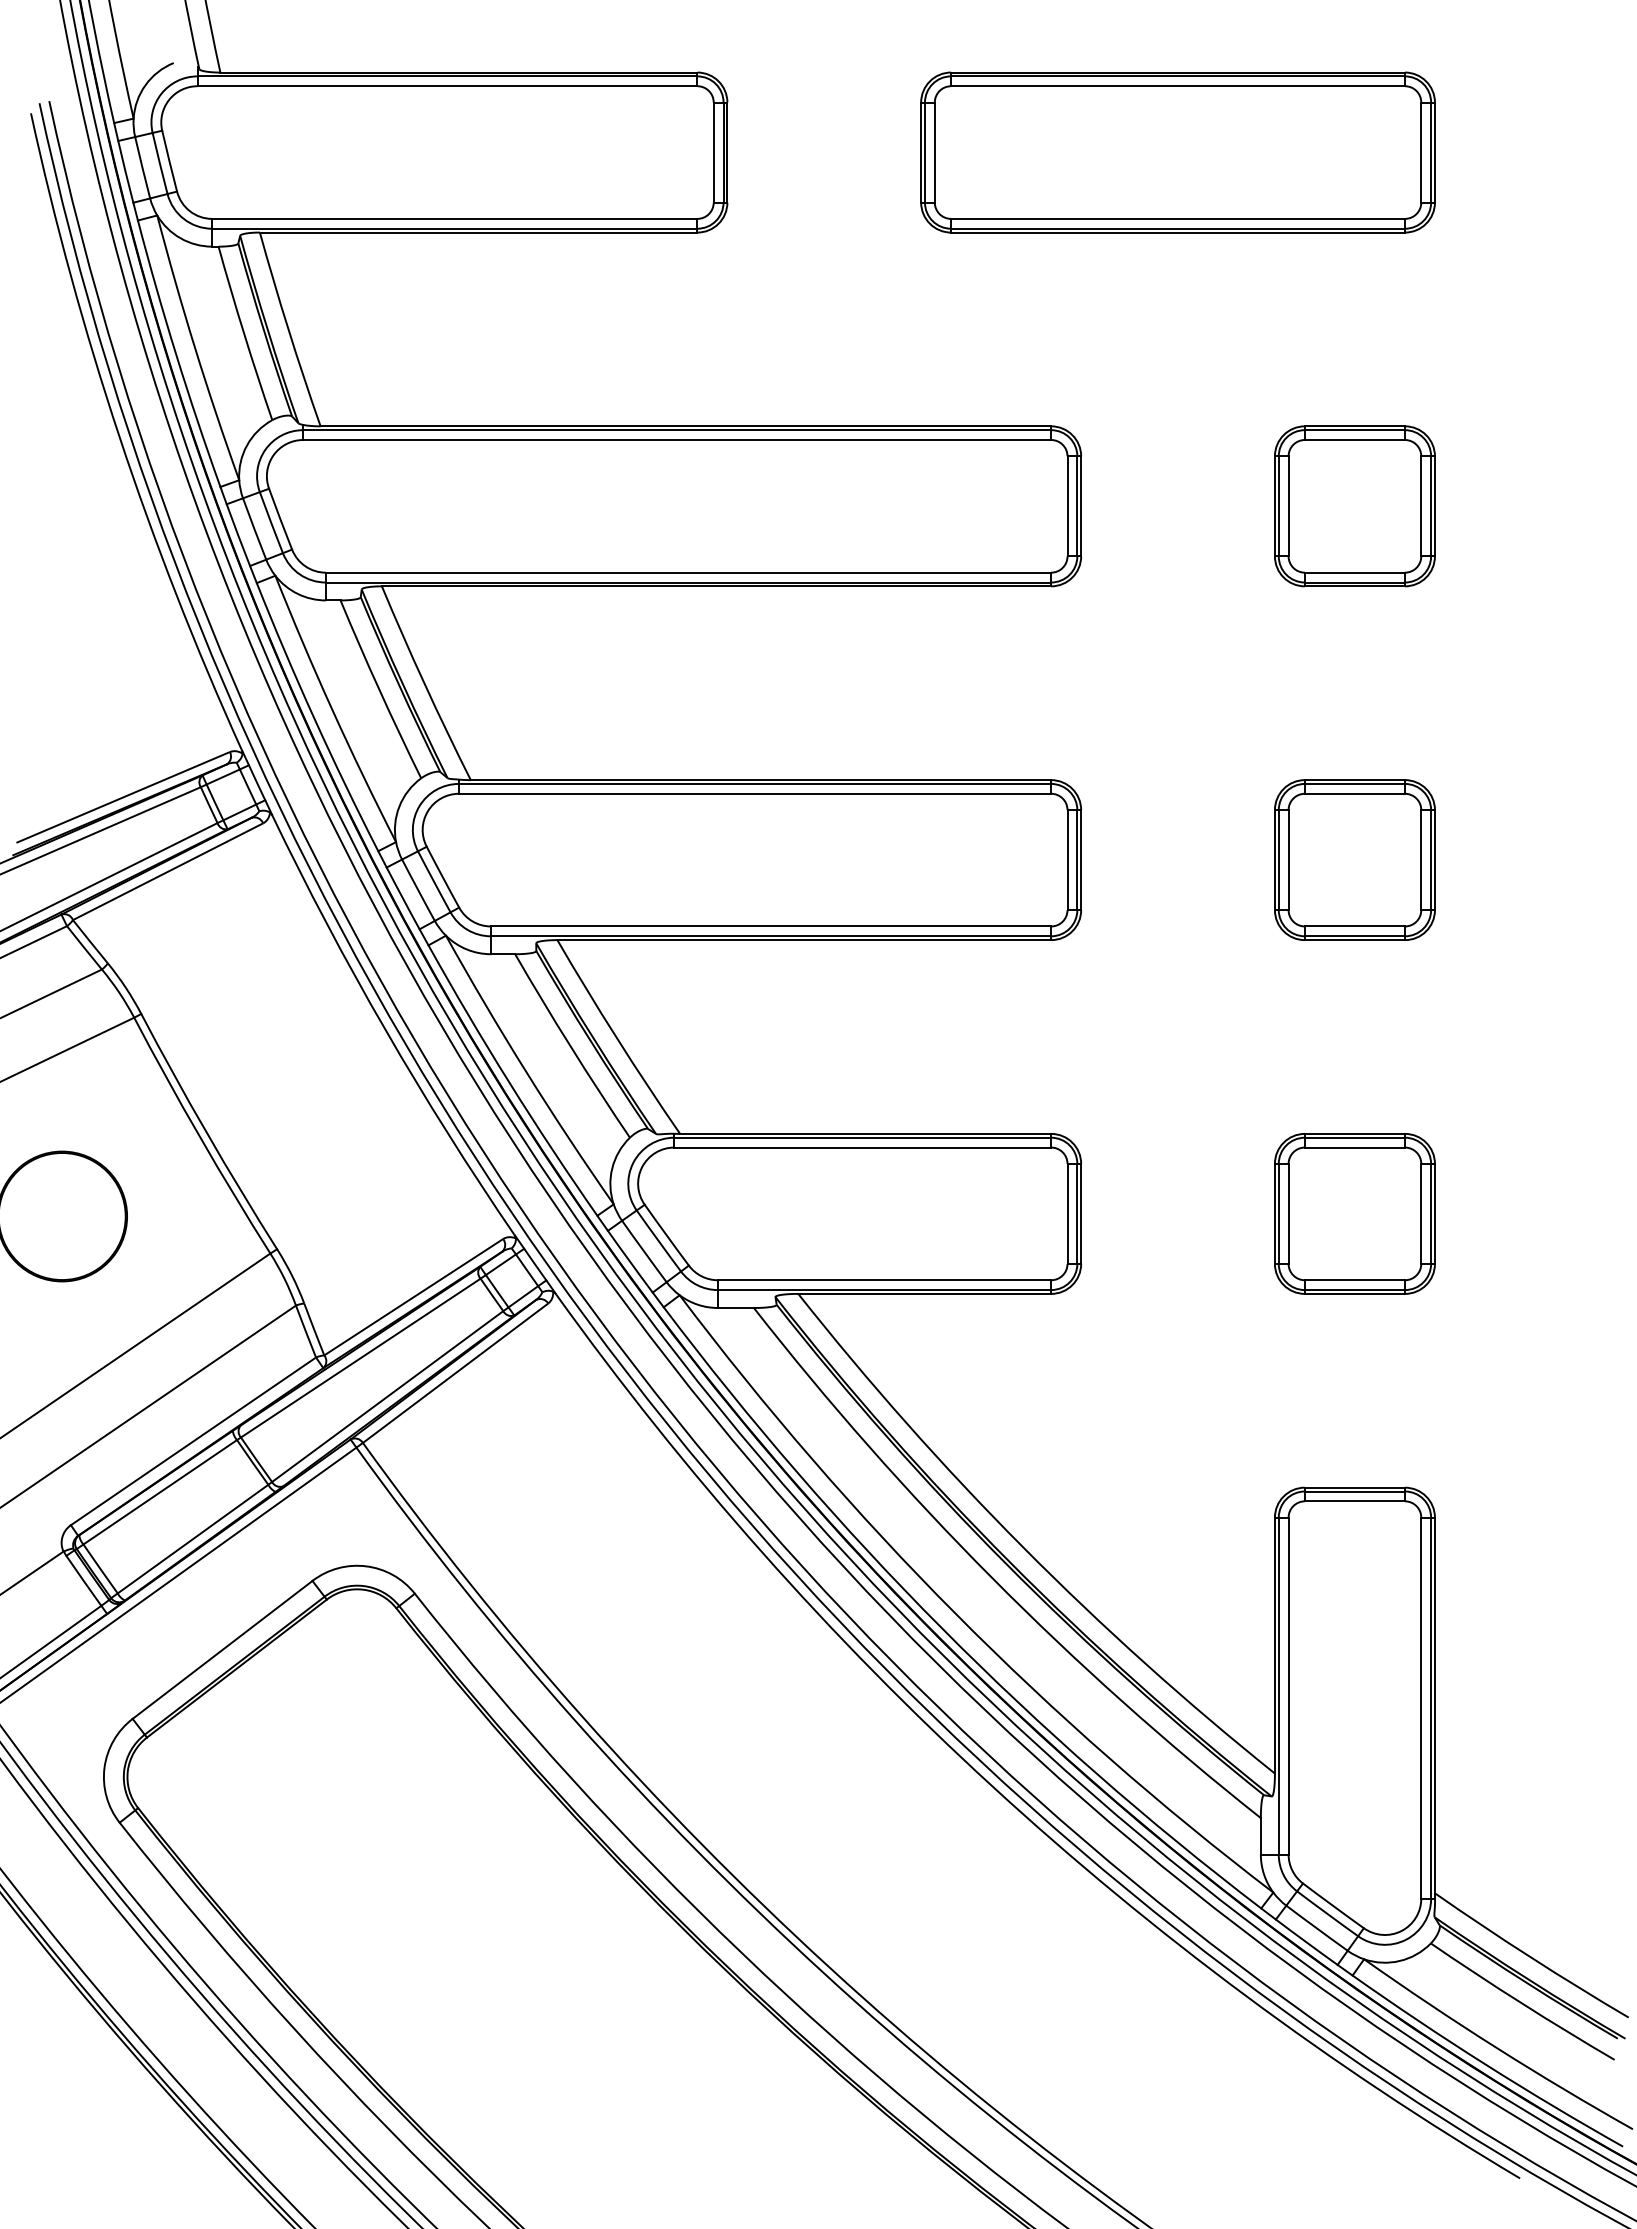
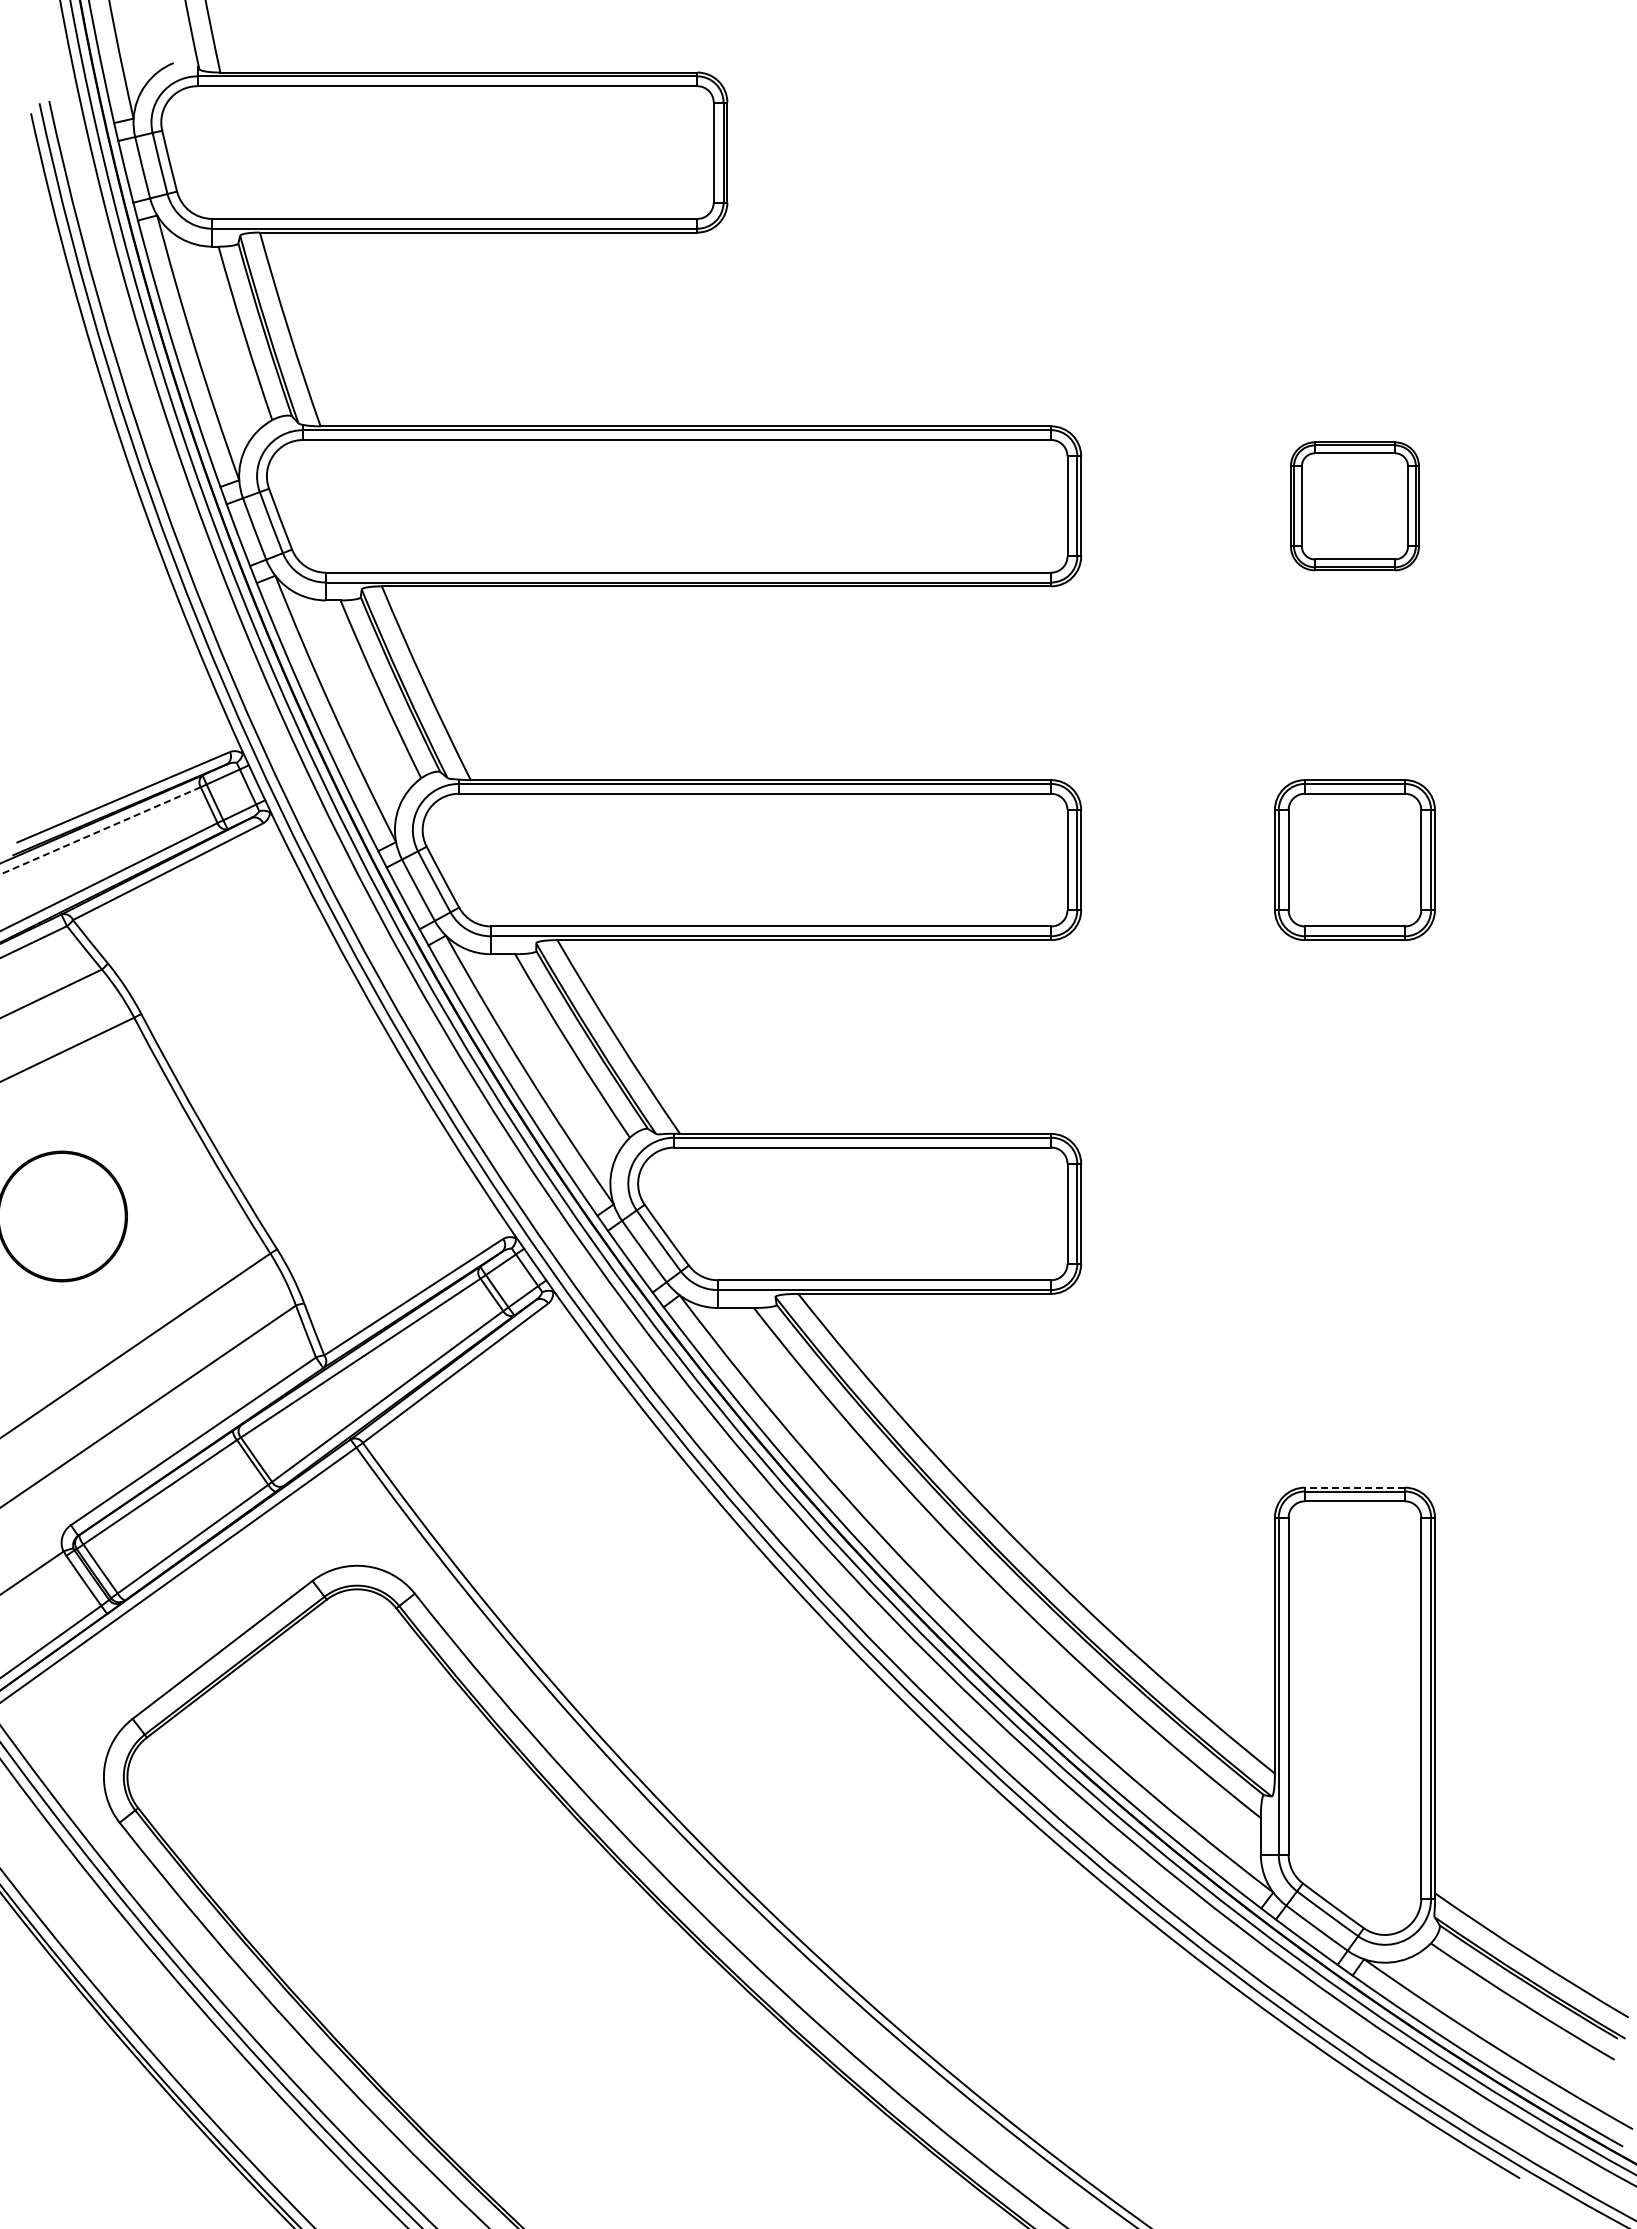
part at (1177, 152): present -> none
part at (1354, 506) size: 162x163 px -> 130x131 px
line at (102, 830): solid -> dashed
part at (1354, 1213): present -> none
line at (1354, 1487): solid -> dashed
